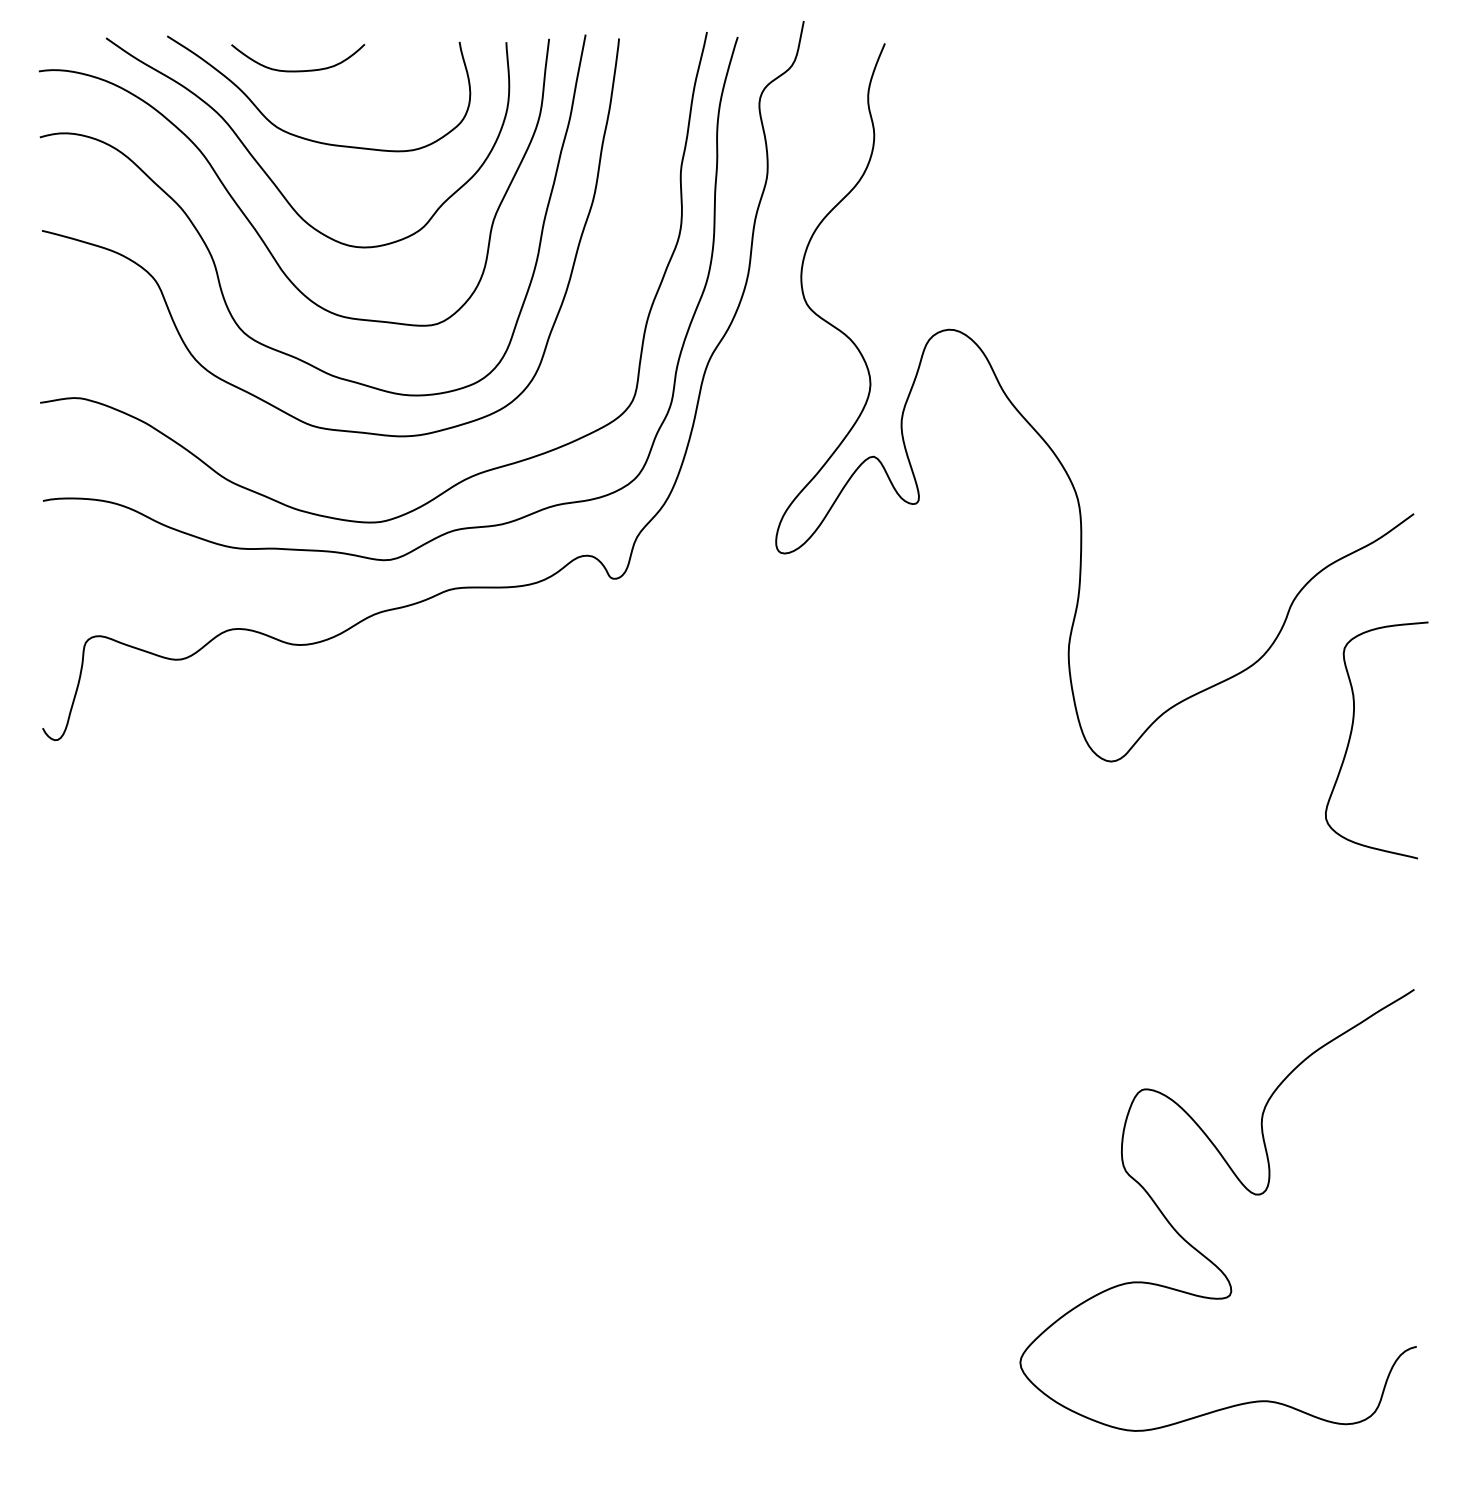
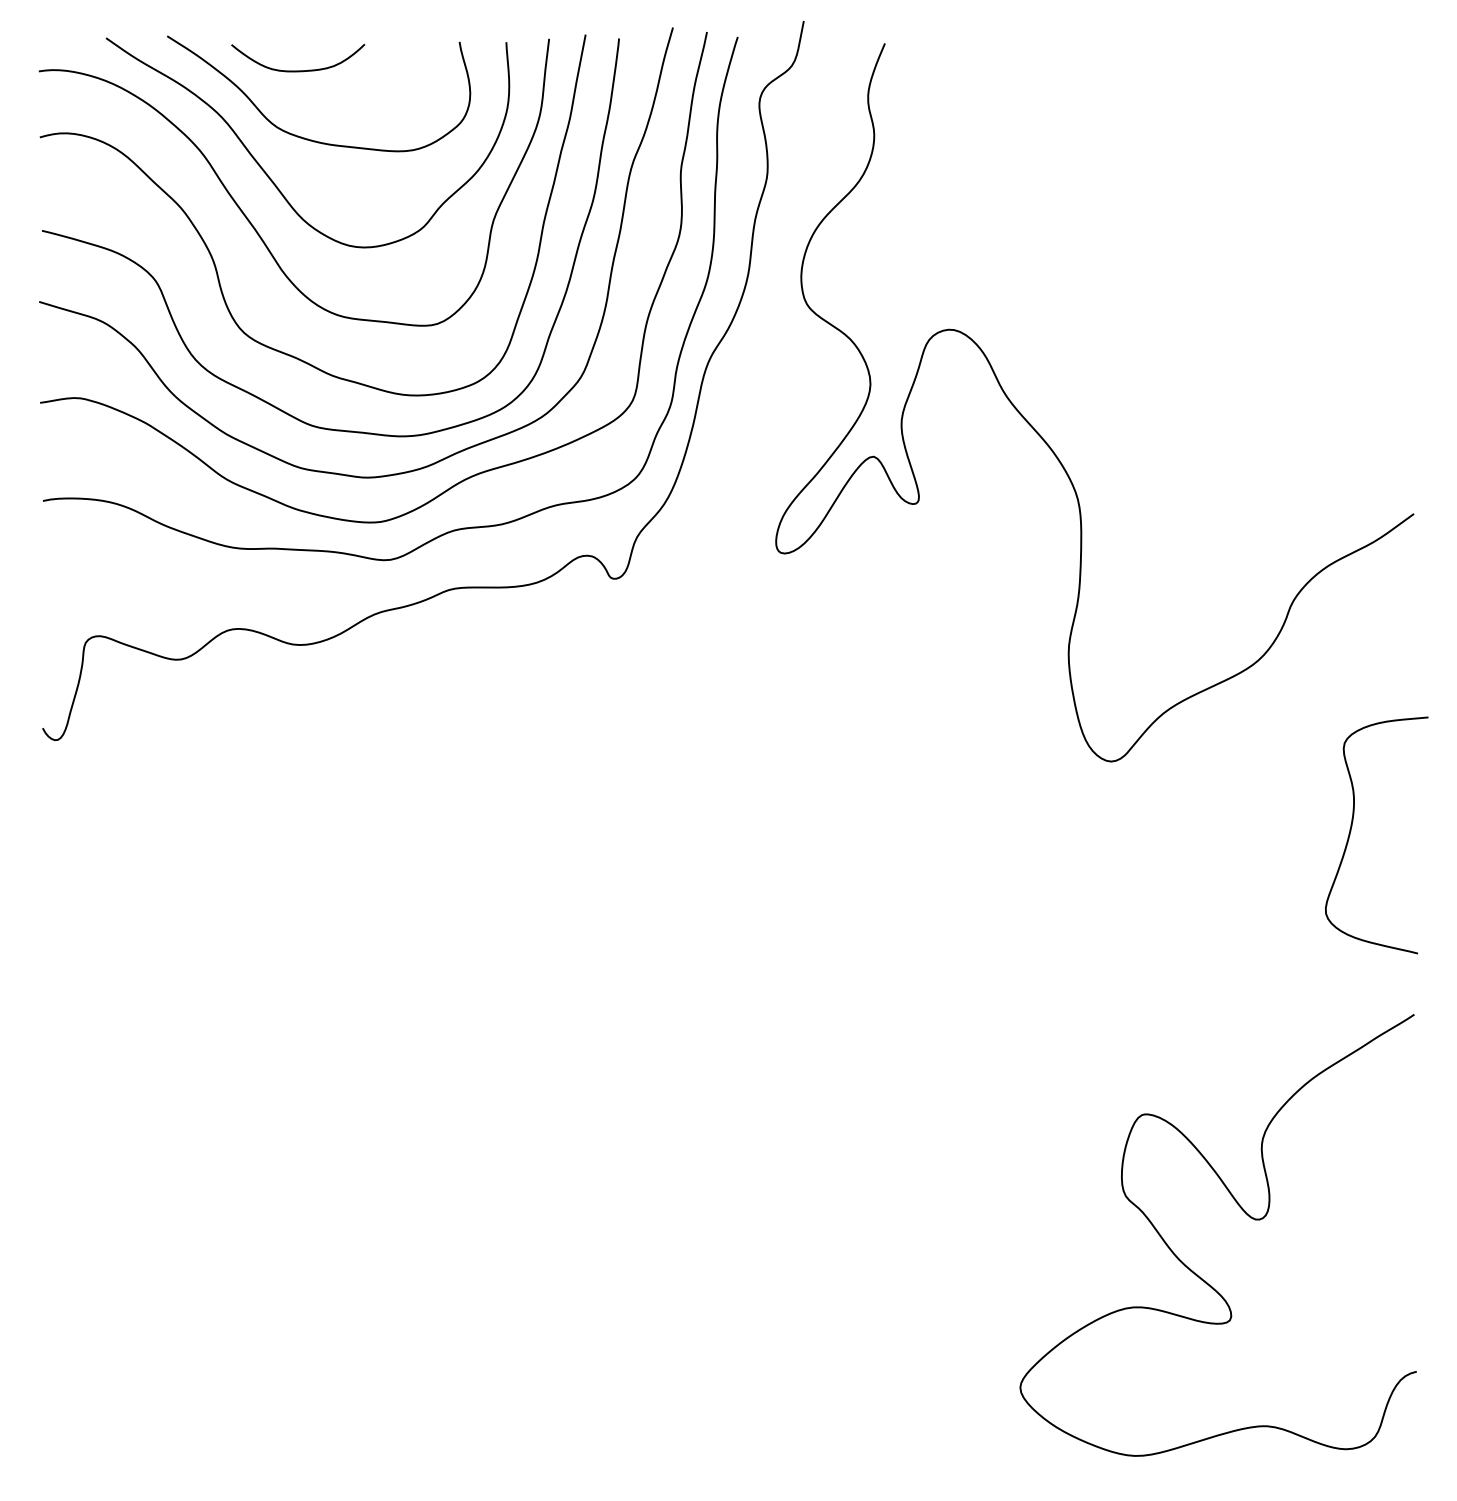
curve at (267, 452): none -> present
curve at (1351, 736) position: (1351, 736) -> (1351, 831)
curve at (1242, 1185) position: (1242, 1185) -> (1242, 1210)
